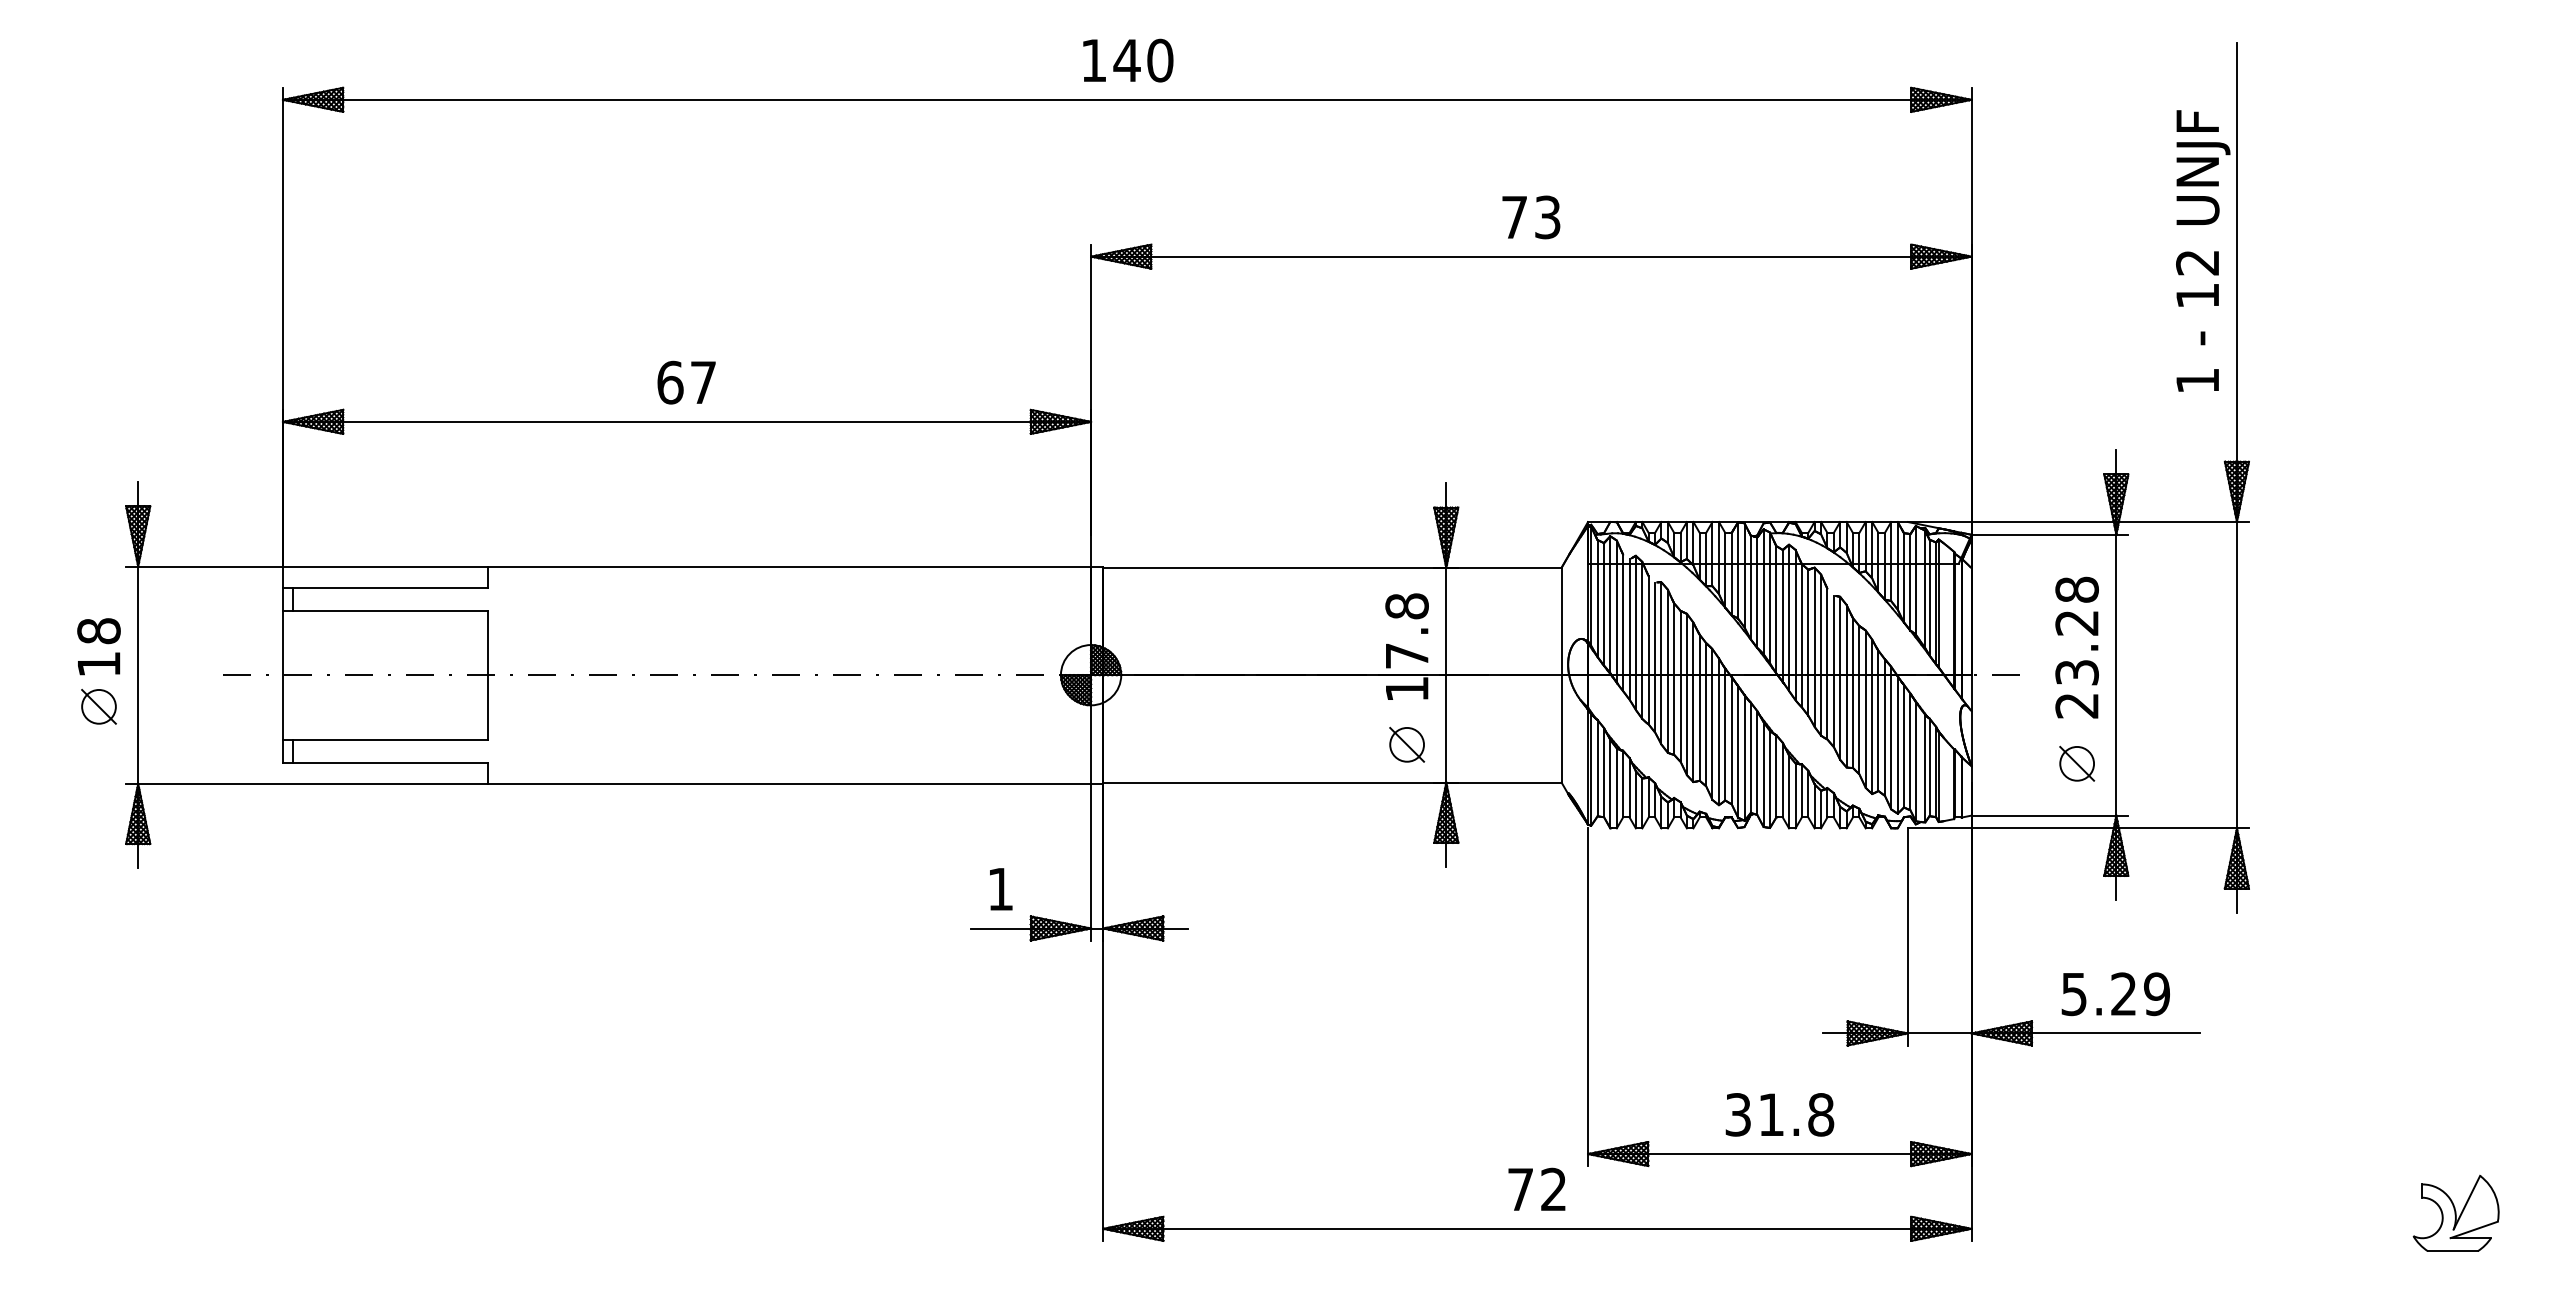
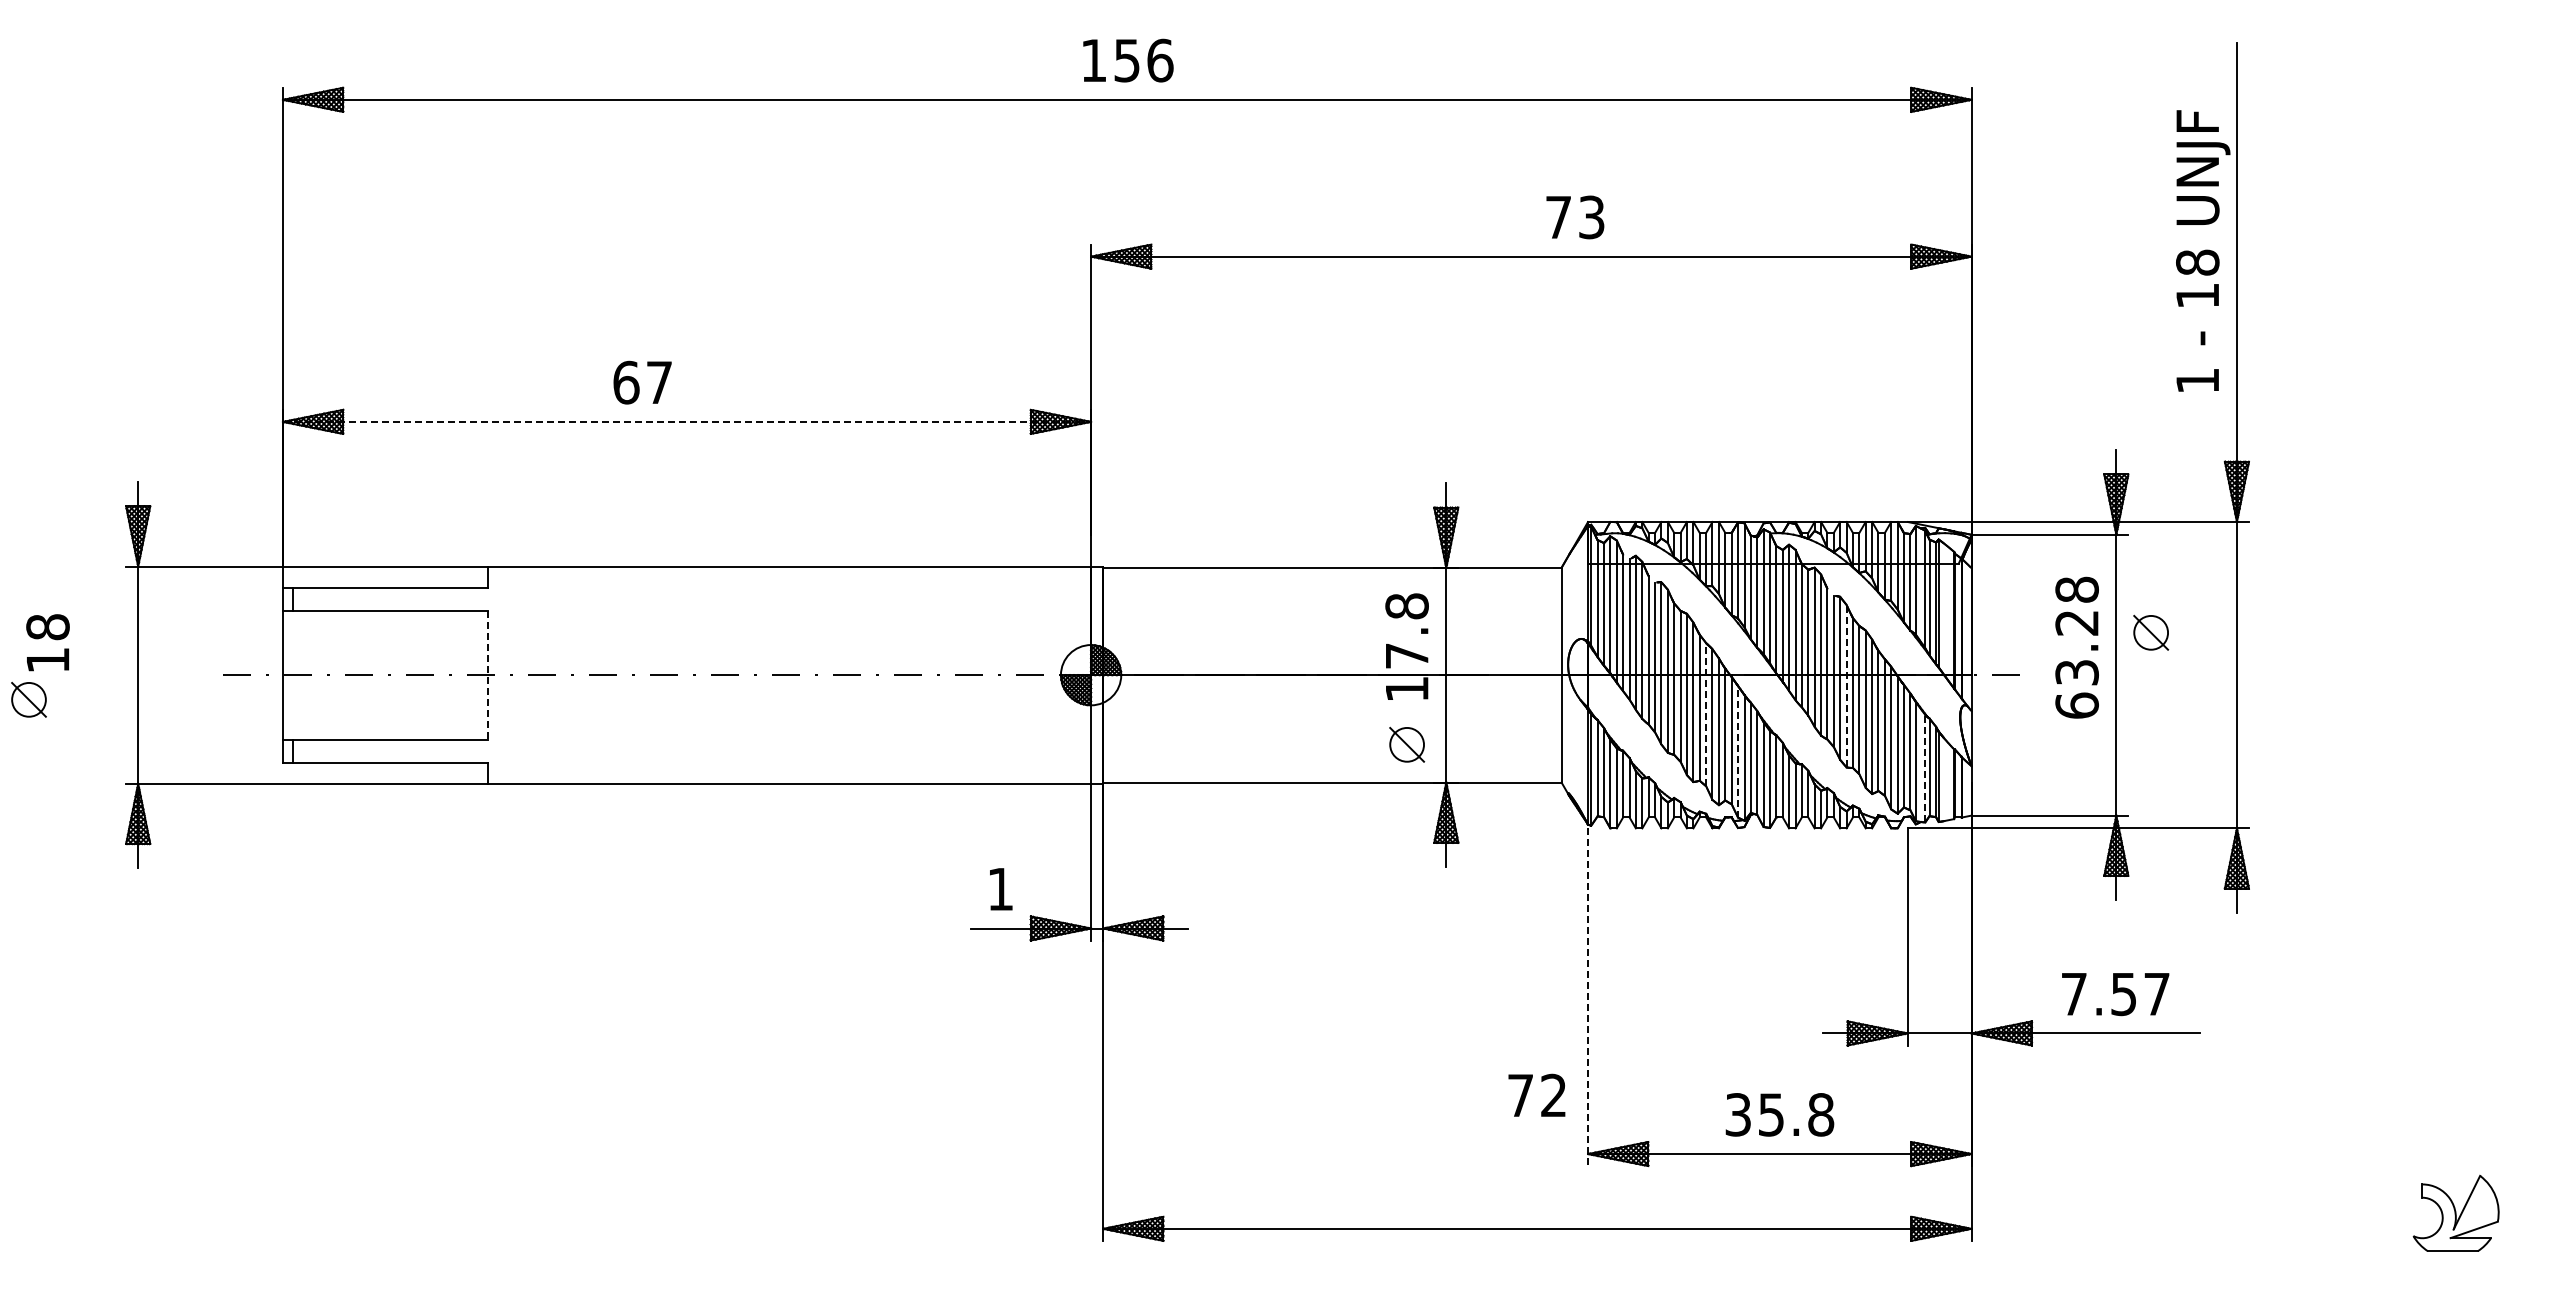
text at (1143, 60): 140 -> 156
text at (1531, 217) position: (1531, 217) -> (1575, 217)
text at (2197, 262): 12 -> 18
text at (686, 382) position: (686, 382) -> (642, 382)
line at (687, 421): solid -> dashed
text at (98, 646) position: (98, 646) -> (47, 642)
line at (488, 675): solid -> dashed
line at (1846, 685): solid -> dashed
text at (2076, 705): 23.28 -> 63.28
part at (98, 706) position: (98, 706) -> (28, 699)
line at (1706, 714): solid -> dashed
line at (1738, 751): solid -> dashed
part at (2077, 763) position: (2077, 763) -> (2151, 632)
line at (1925, 768): solid -> dashed
text at (2115, 994): 5.29 -> 7.57
line at (1588, 997): solid -> dashed
text at (1771, 1114): 31.8 -> 35.8
text at (1536, 1188) position: (1536, 1188) -> (1536, 1094)
